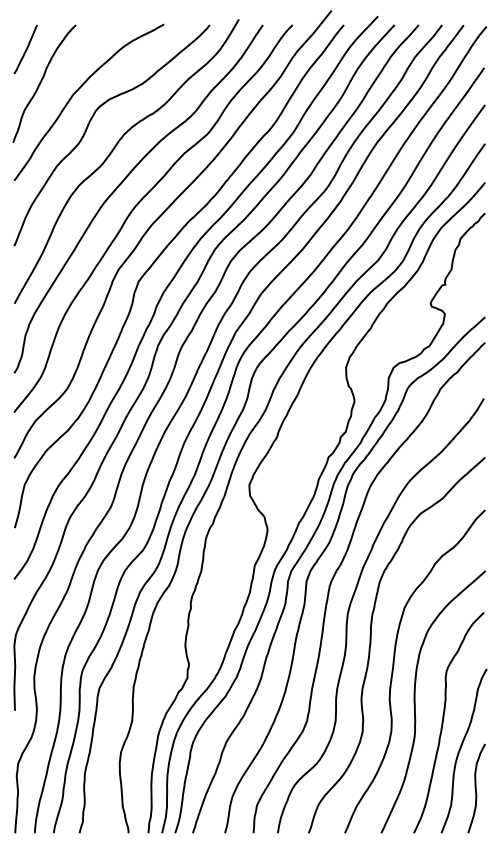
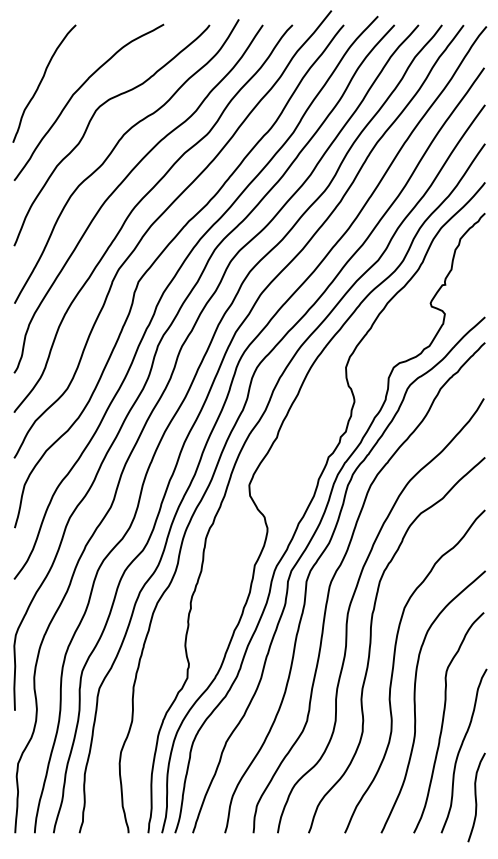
line at (26, 48): present -> none
curve at (476, 788) position: (476, 788) -> (476, 797)
